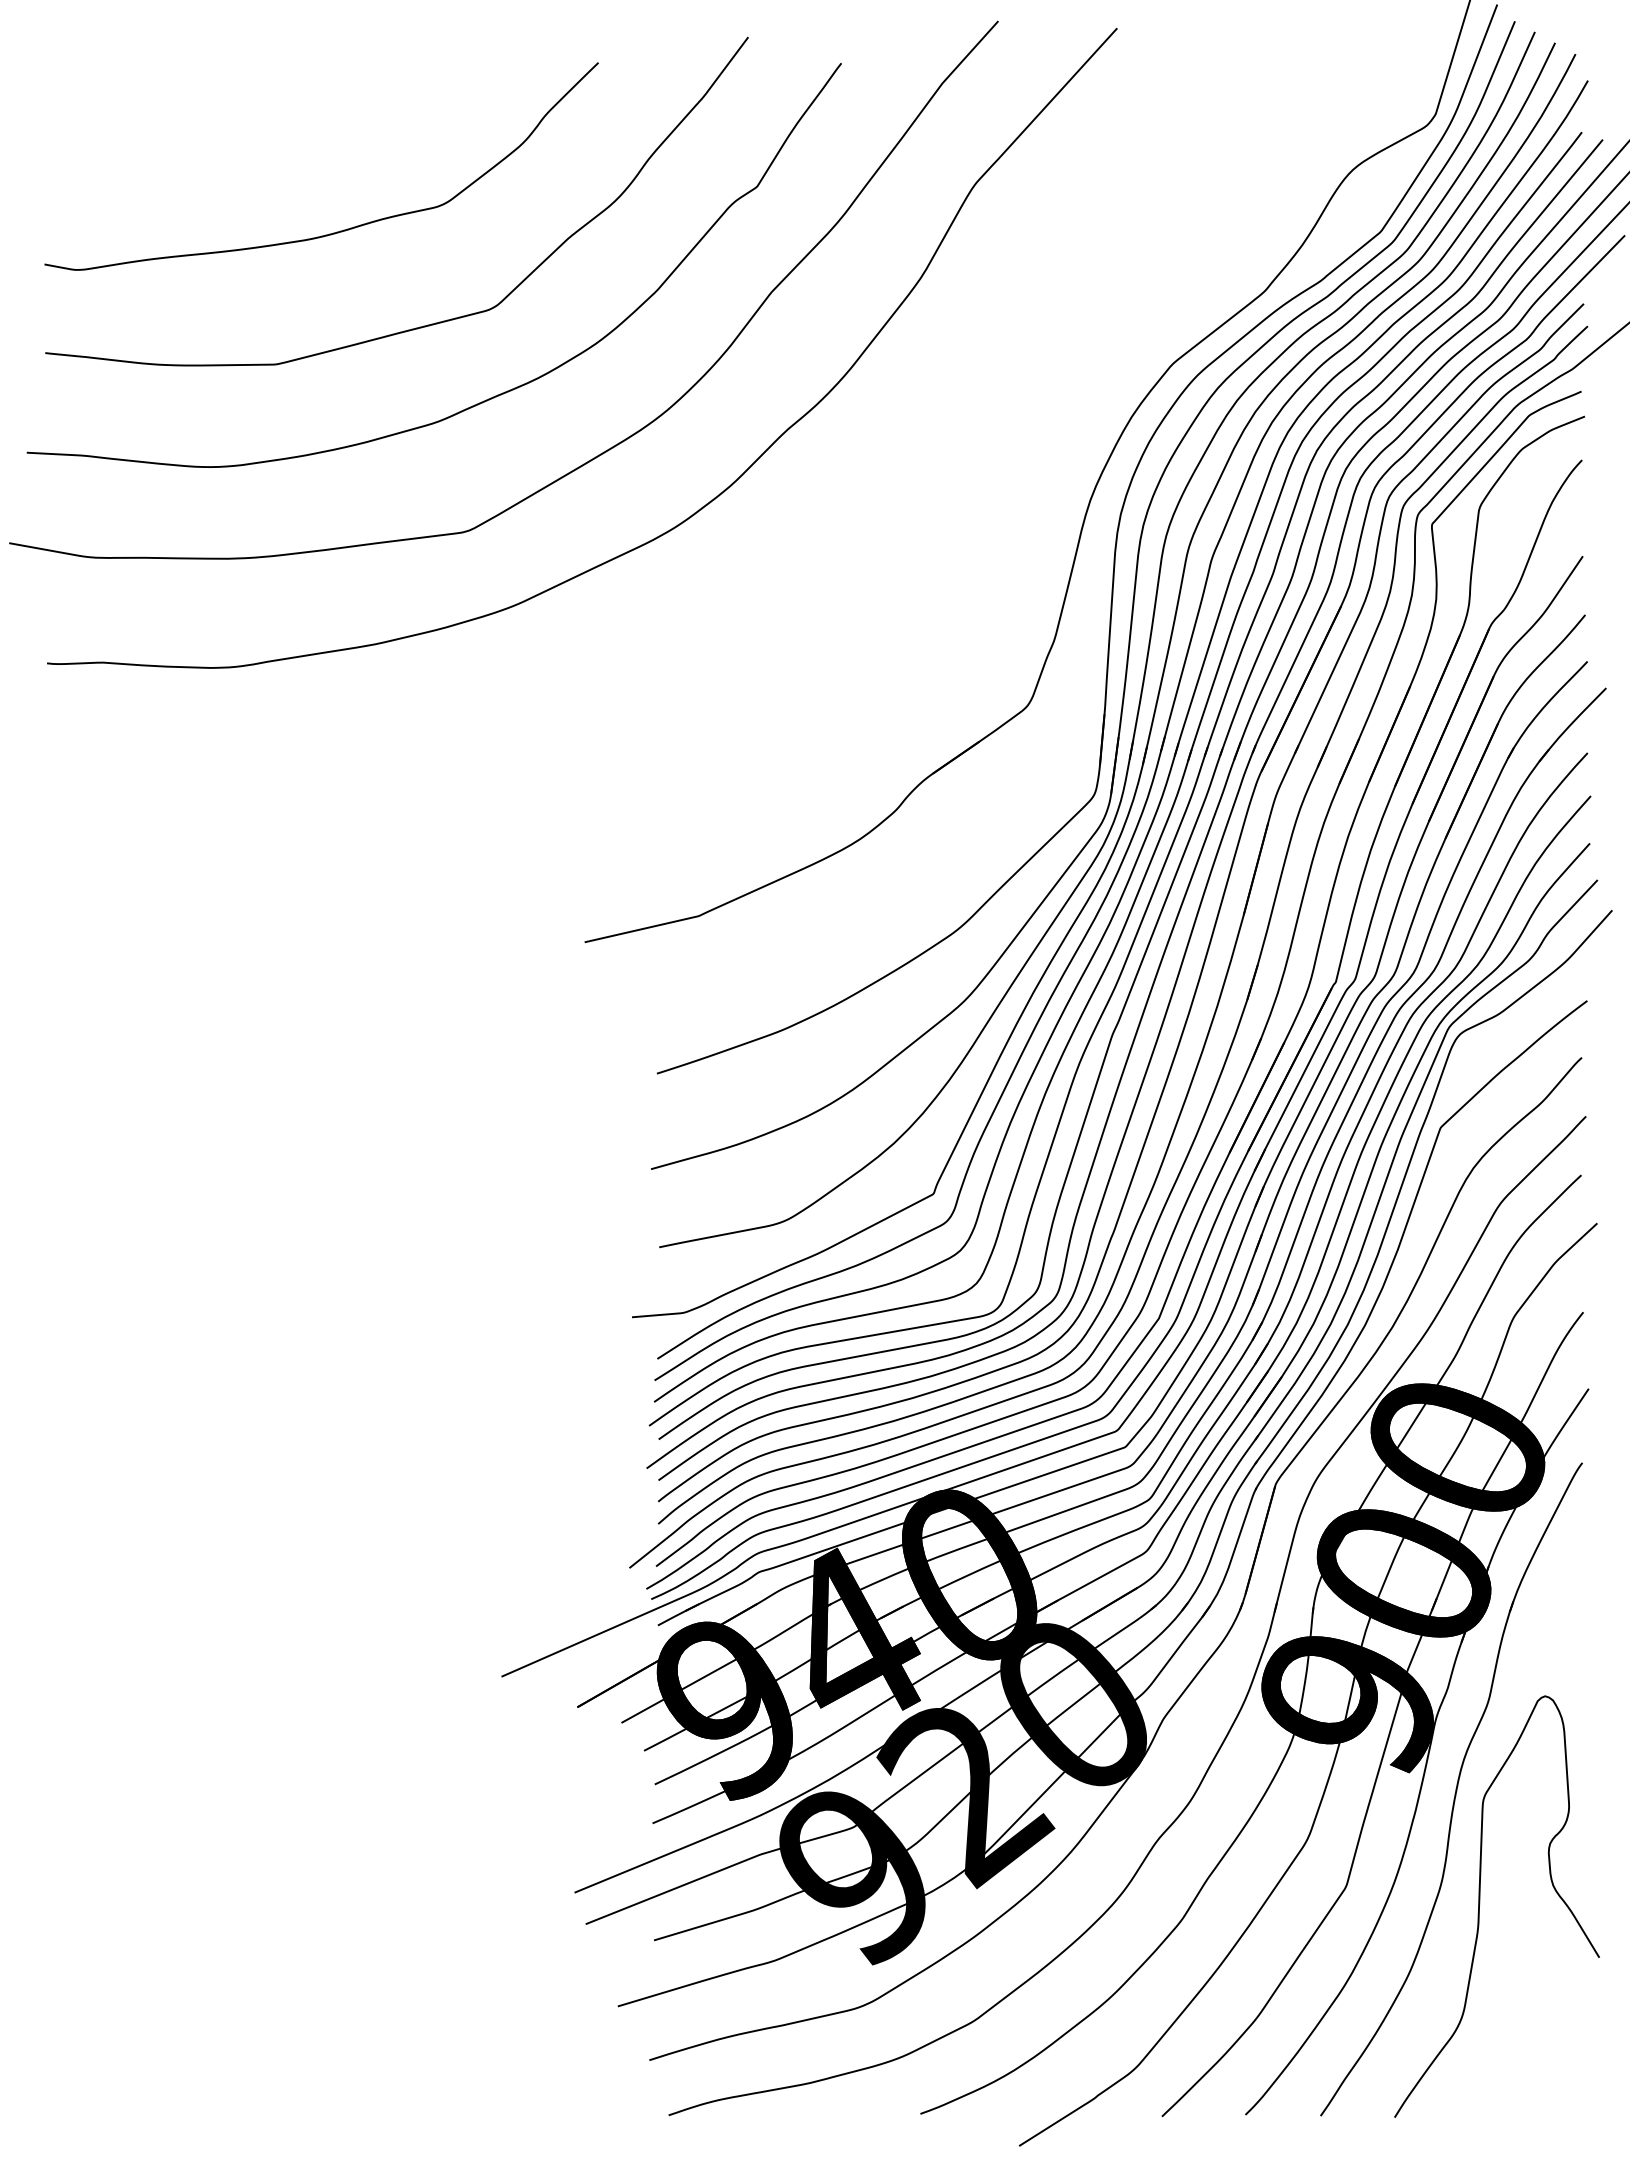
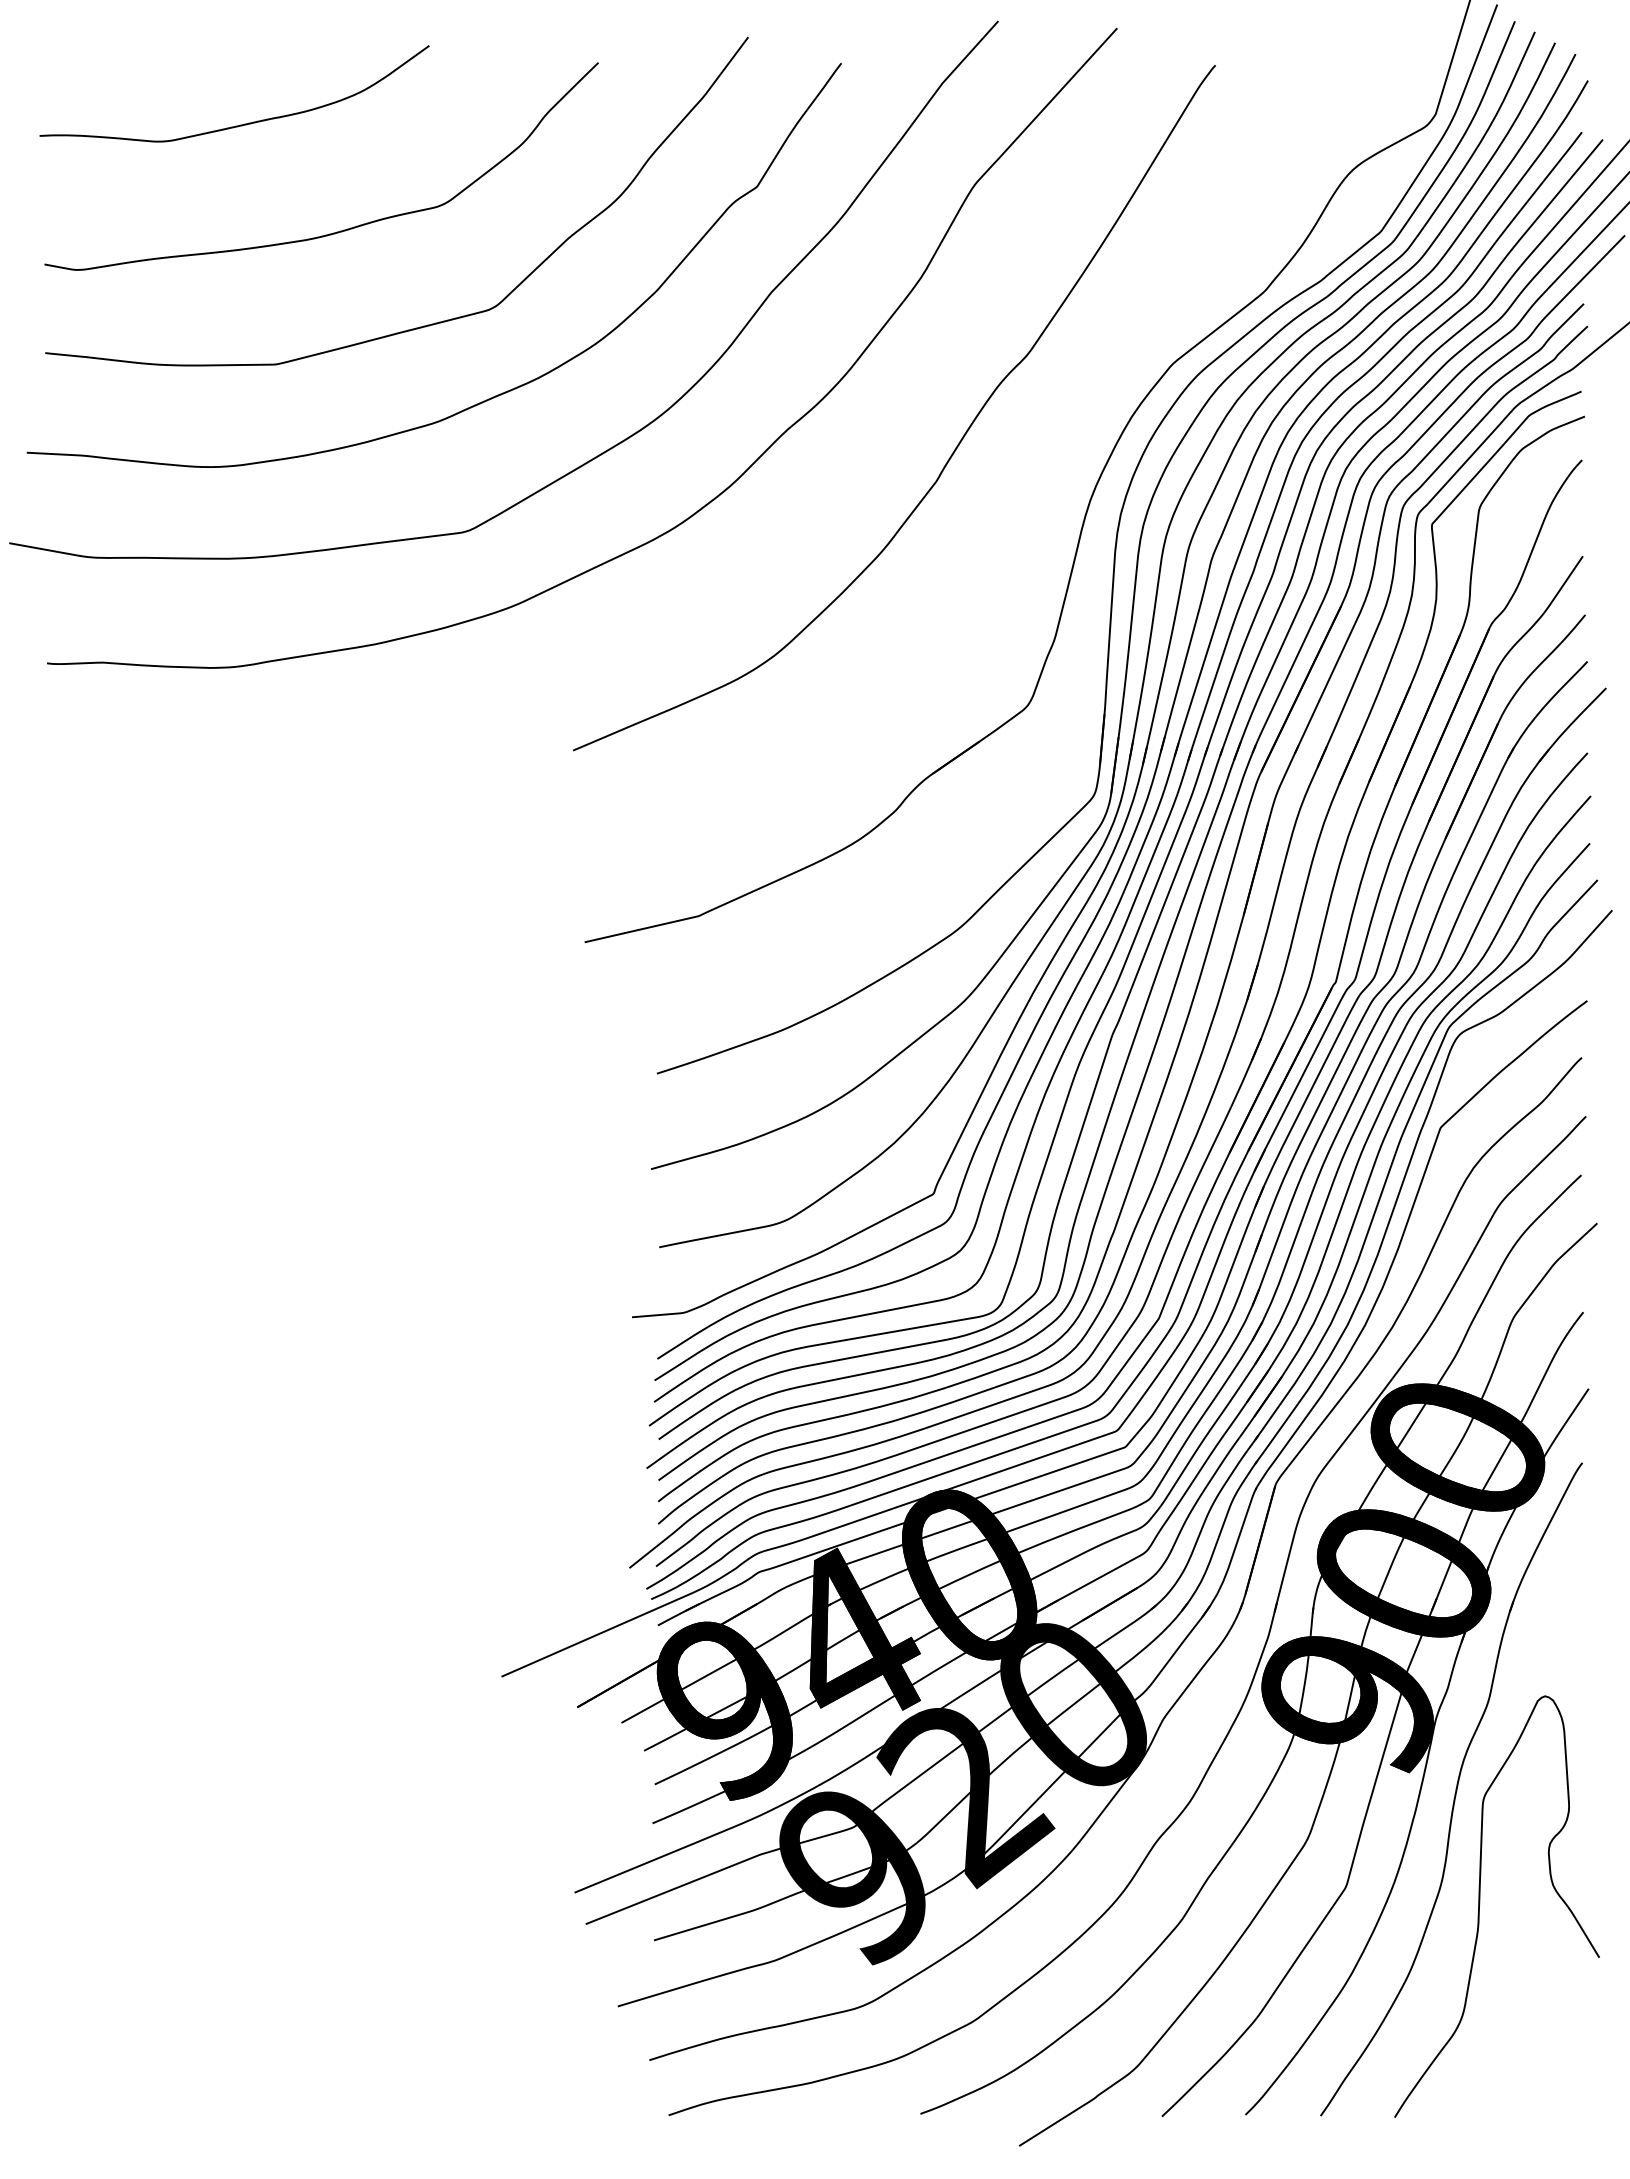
curve at (240, 124): none -> present
curve at (955, 447): none -> present
